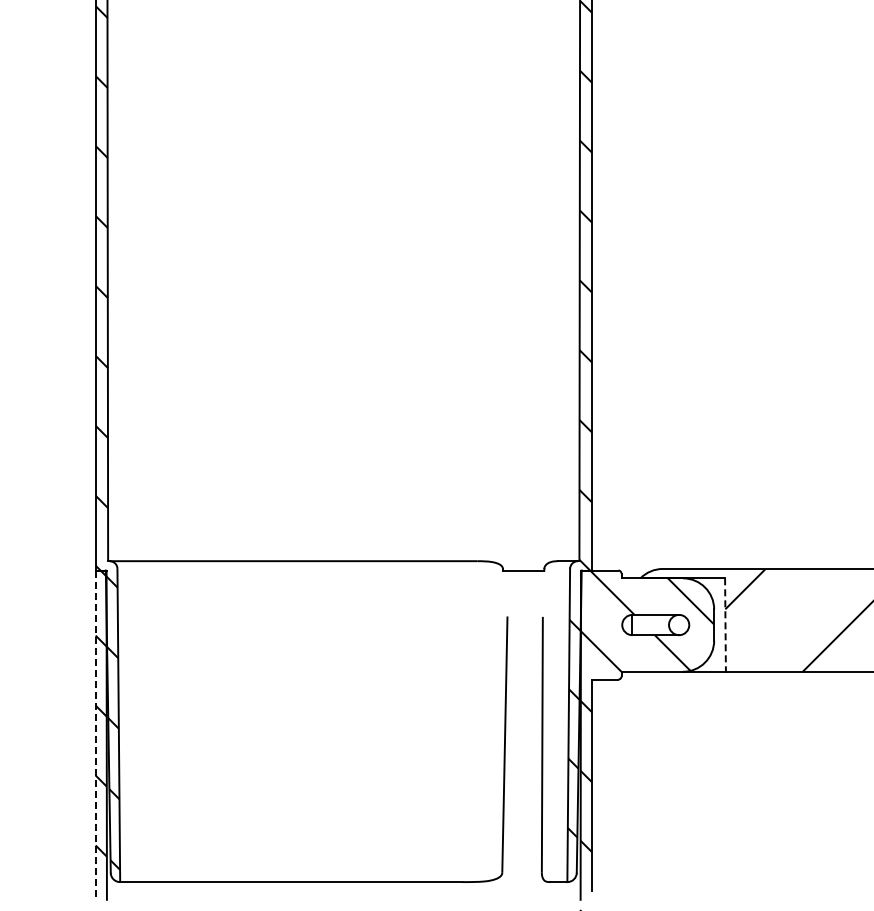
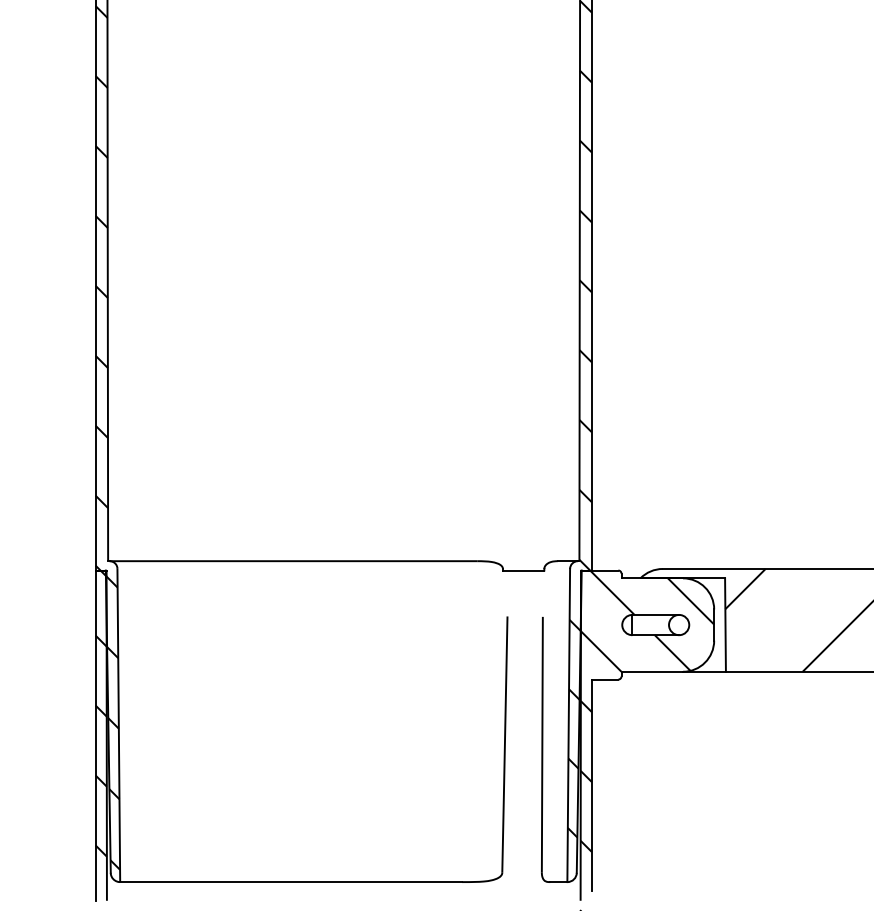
line at (725, 625): dashed -> solid
line at (95, 736): dashed -> solid
